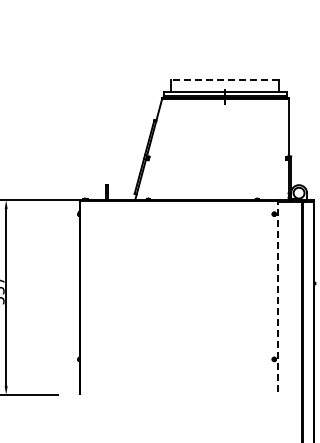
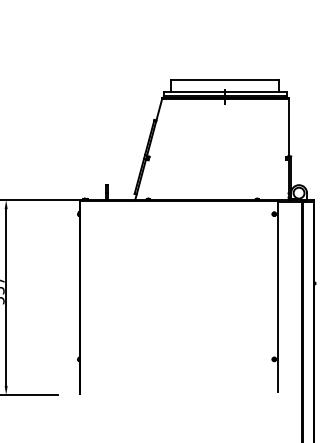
line at (224, 79): dashed -> solid
line at (277, 295): dashed -> solid
